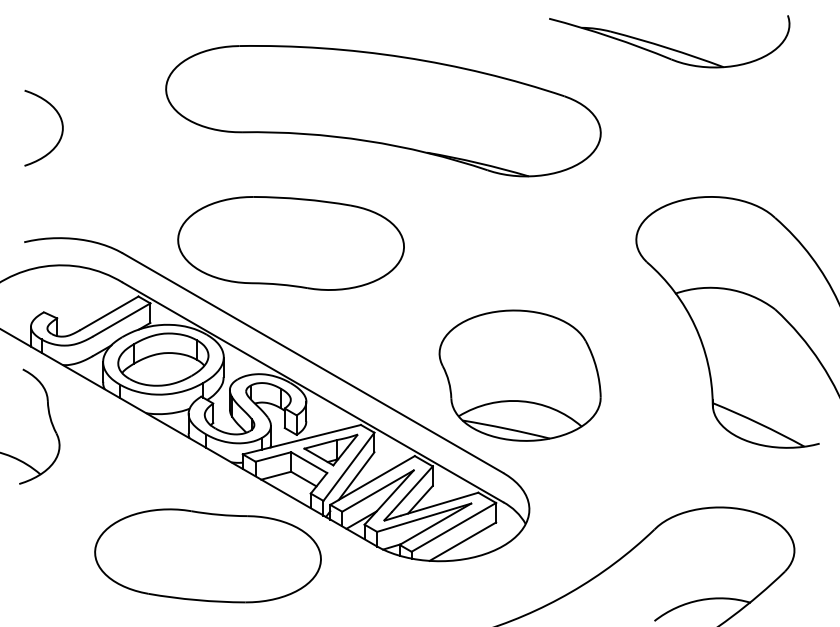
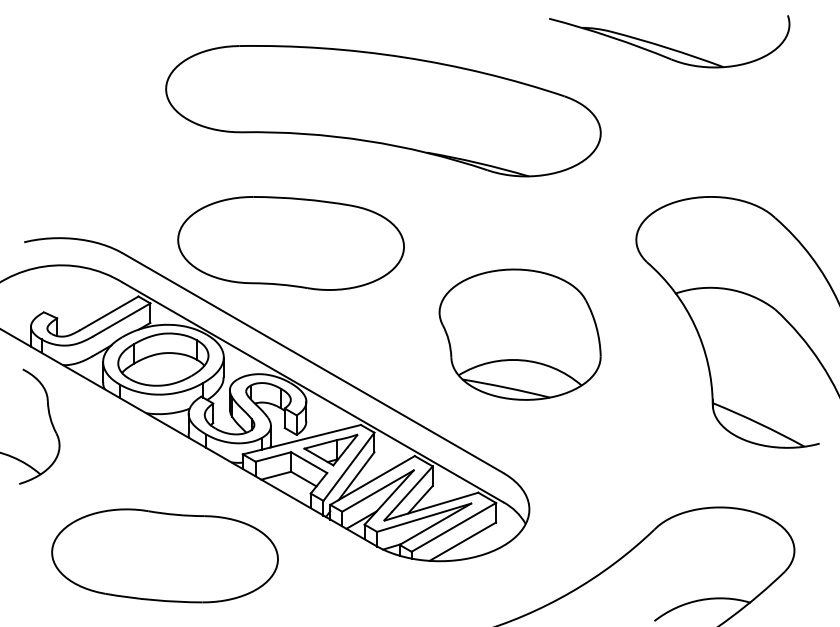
curve at (61, 125): present -> none
part at (519, 375) position: (519, 375) -> (519, 334)
part at (207, 555) position: (207, 555) -> (164, 555)
